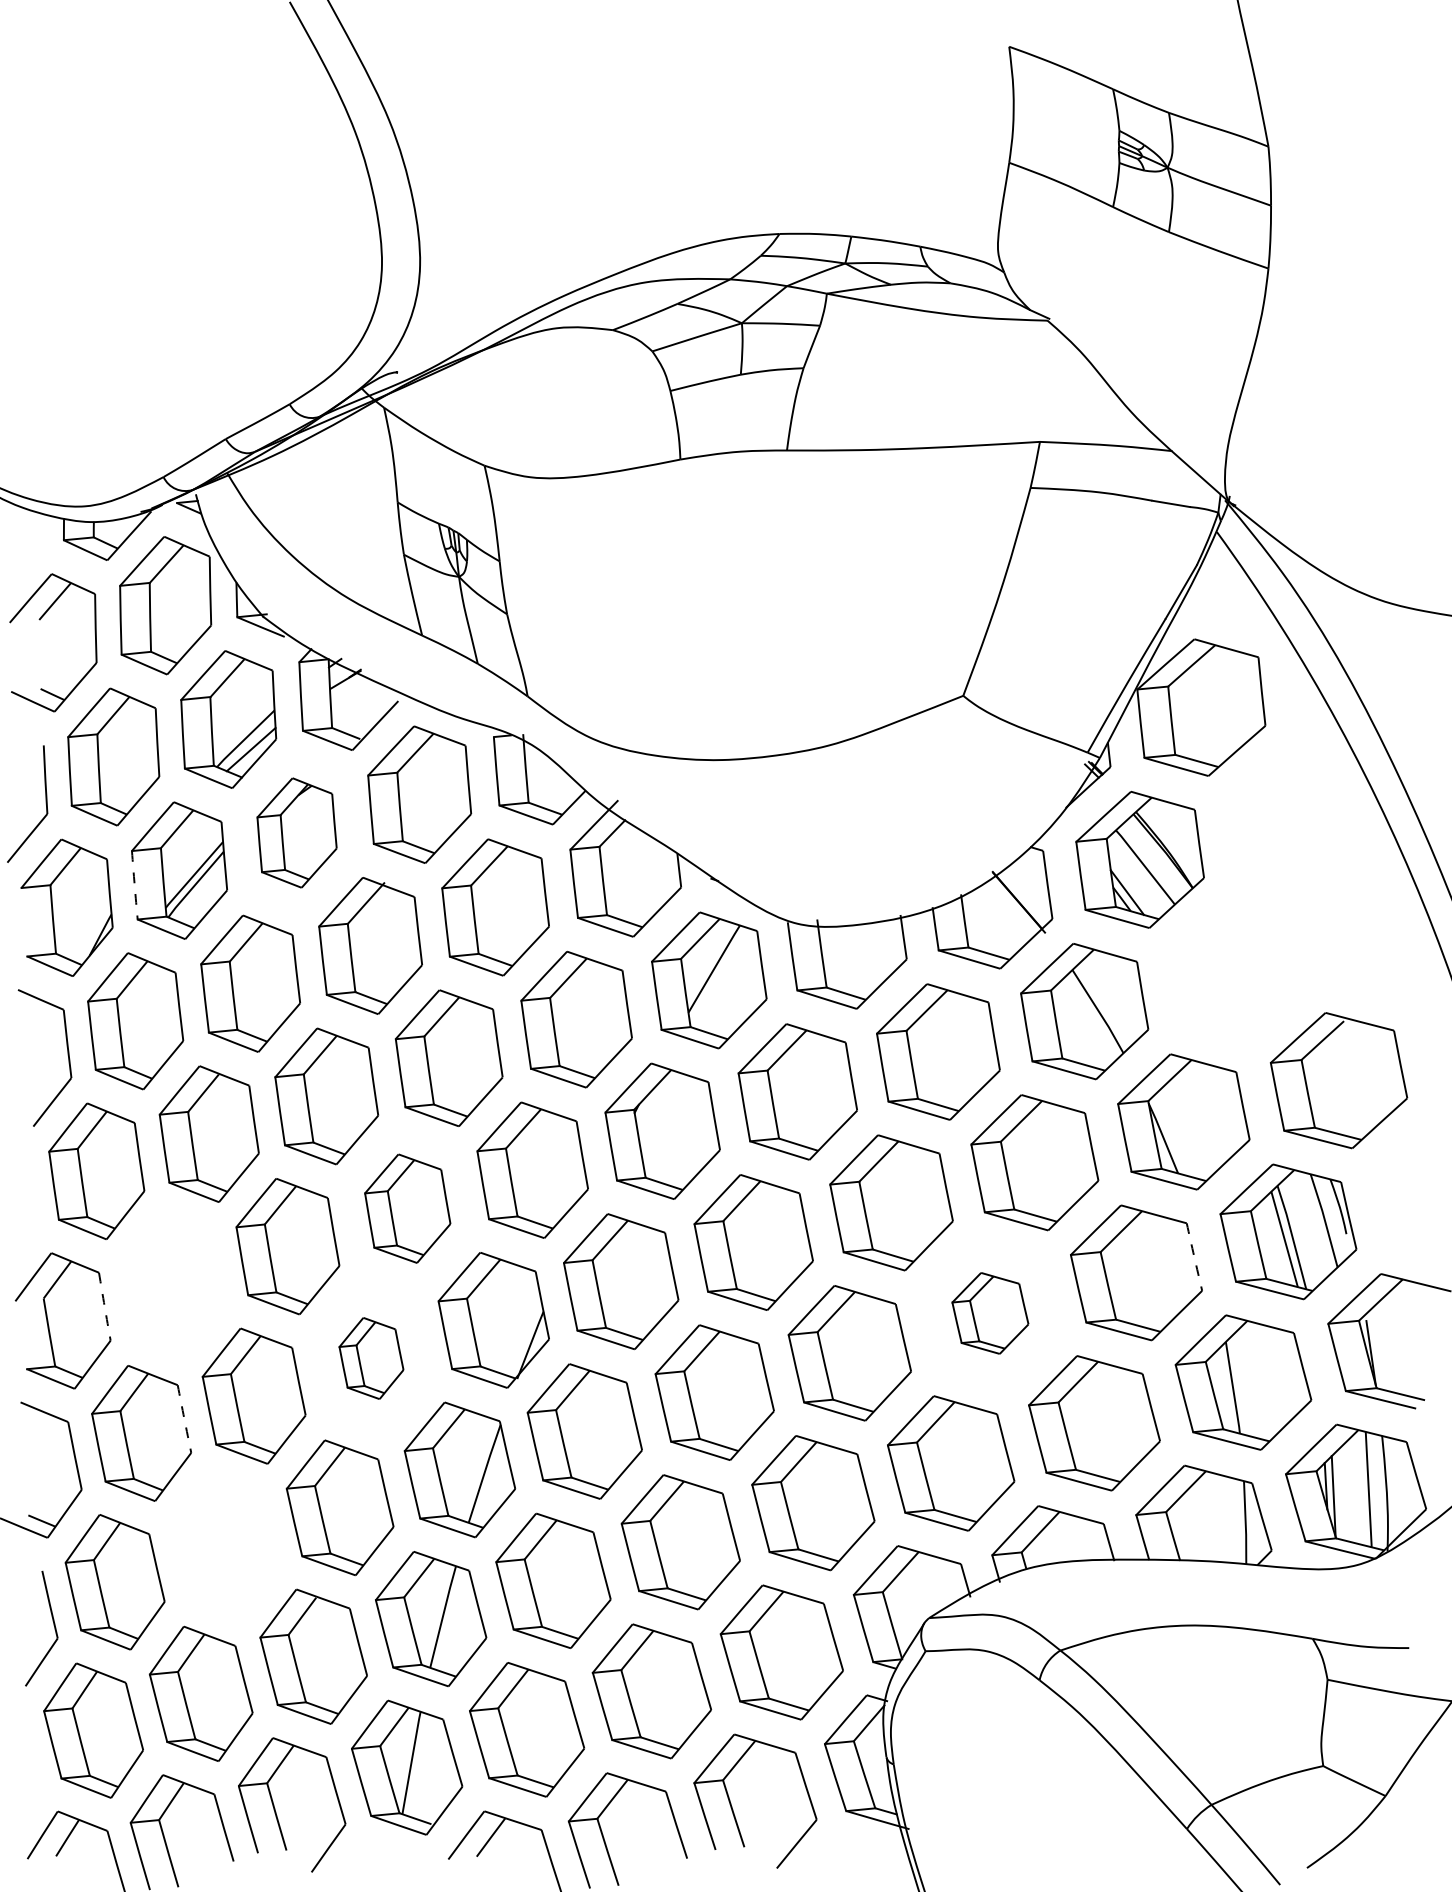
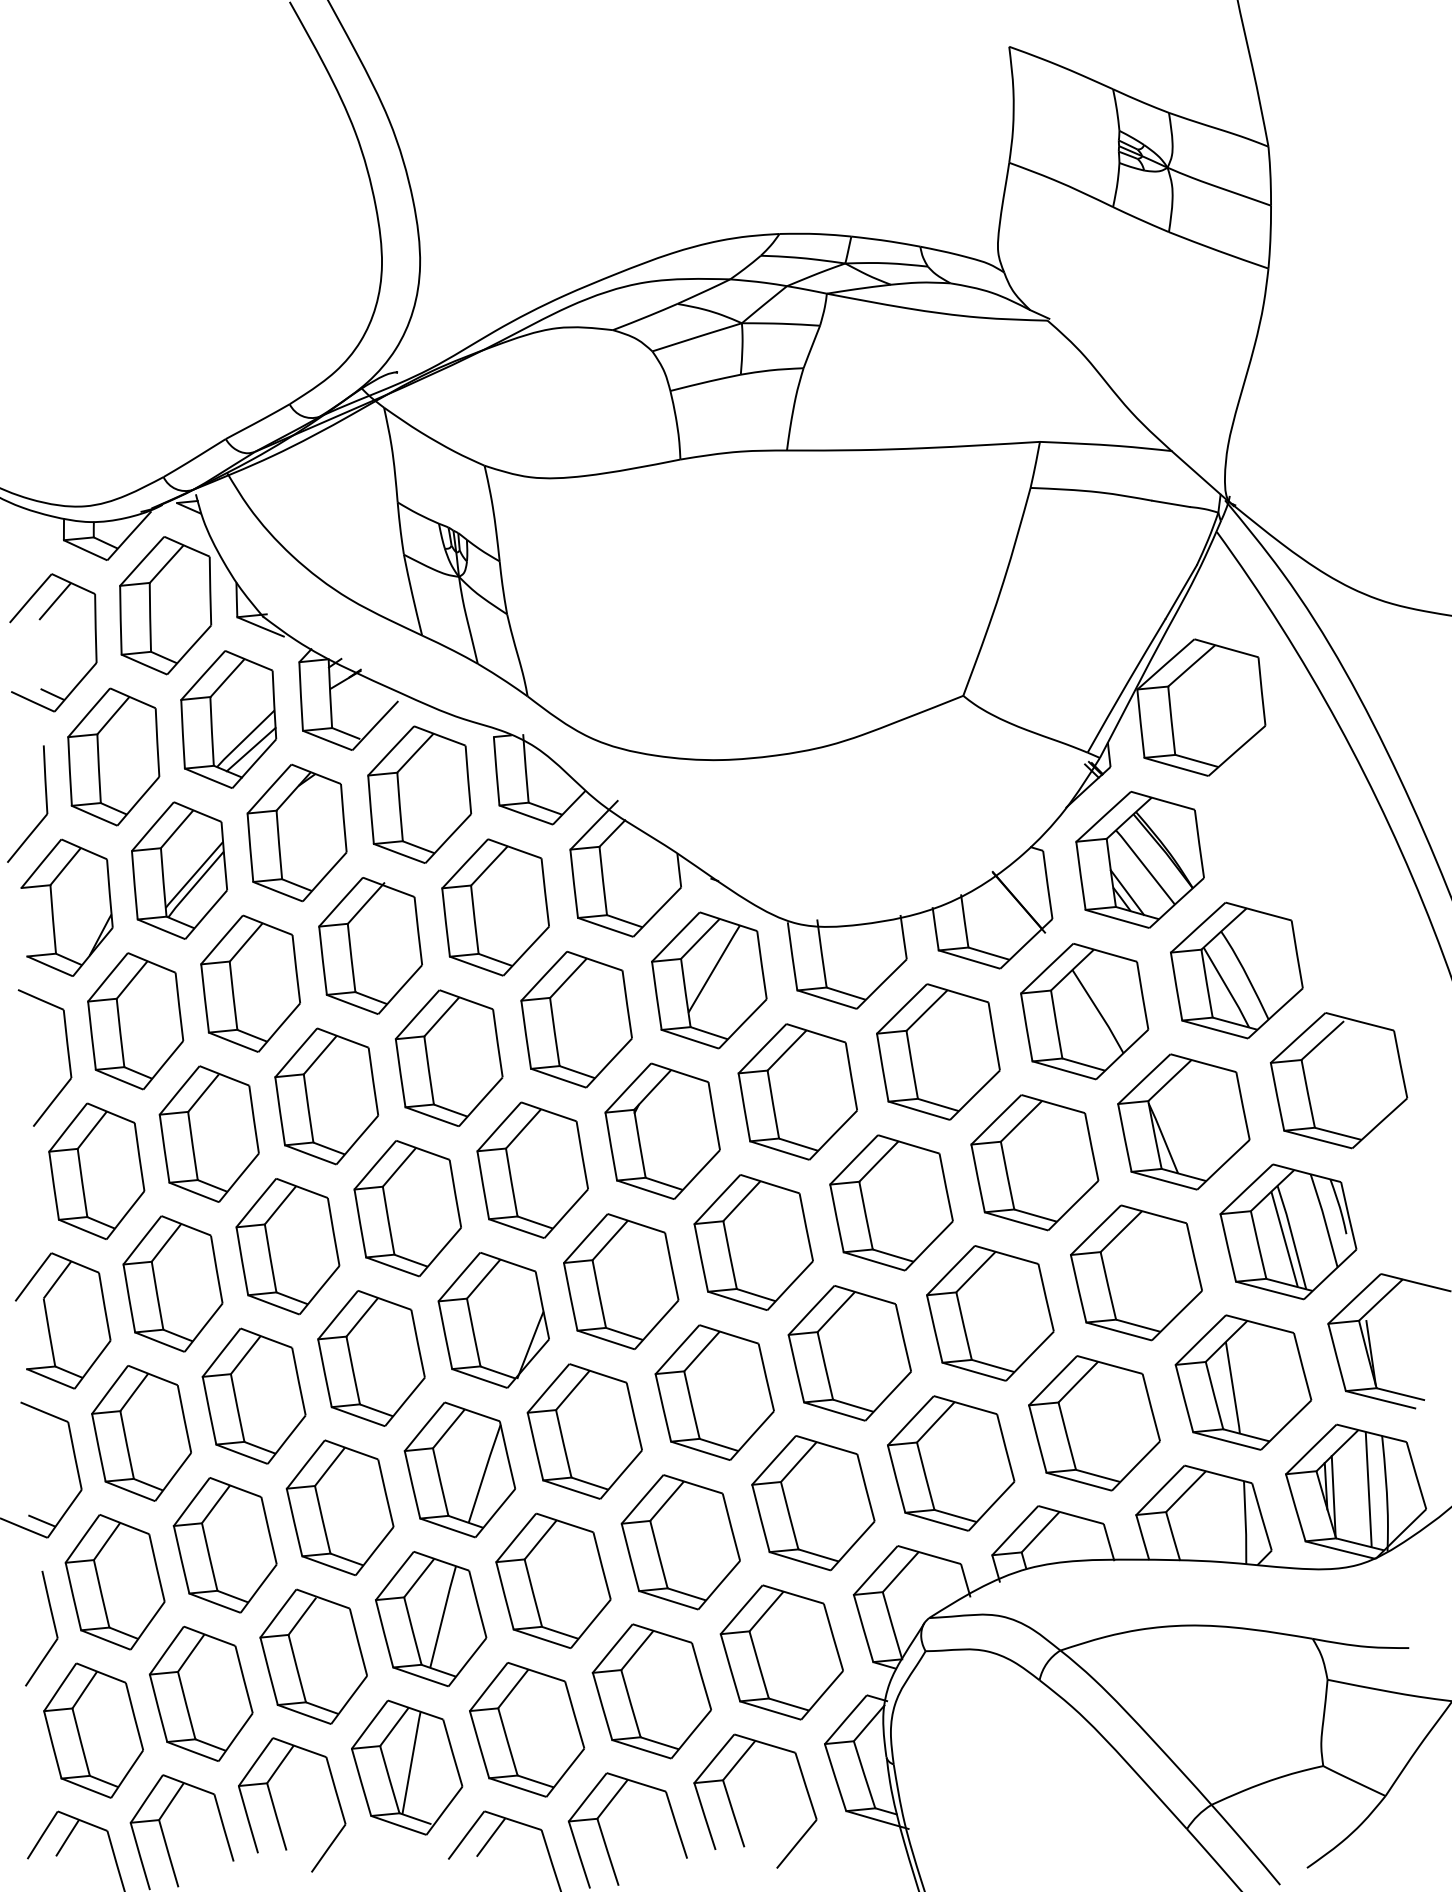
part at (296, 832) size: 82x112 px -> 102x140 px
arc at (134, 885): dashed -> solid
part at (1236, 970): none -> present
part at (407, 1208) size: 88x111 px -> 109x138 px
arc at (1194, 1257): dashed -> solid
part at (172, 1283): none -> present
arc at (104, 1306): dashed -> solid
part at (990, 1313) size: 79x83 px -> 129x137 px
part at (371, 1358) size: 67x83 px -> 109x137 px
arc at (184, 1419): dashed -> solid
part at (224, 1545): none -> present
